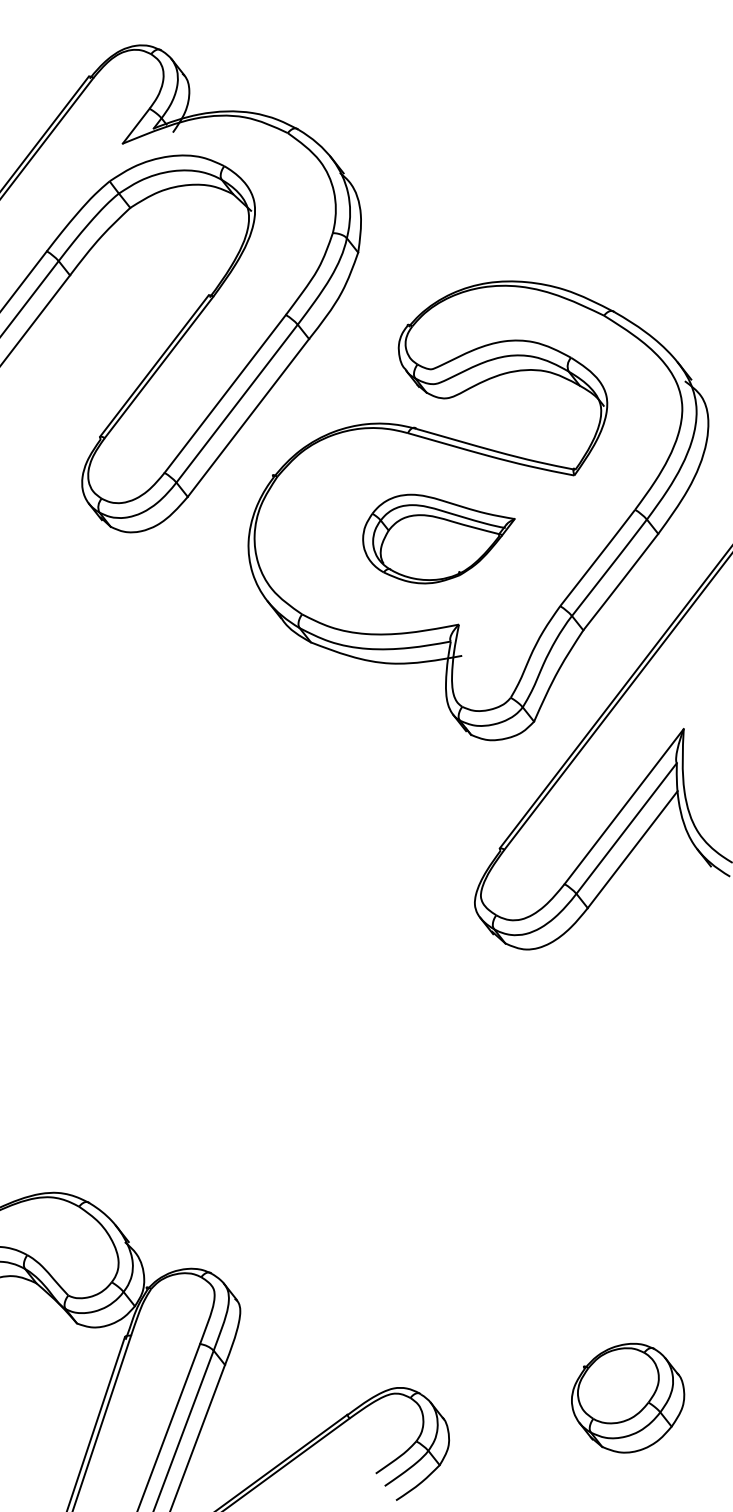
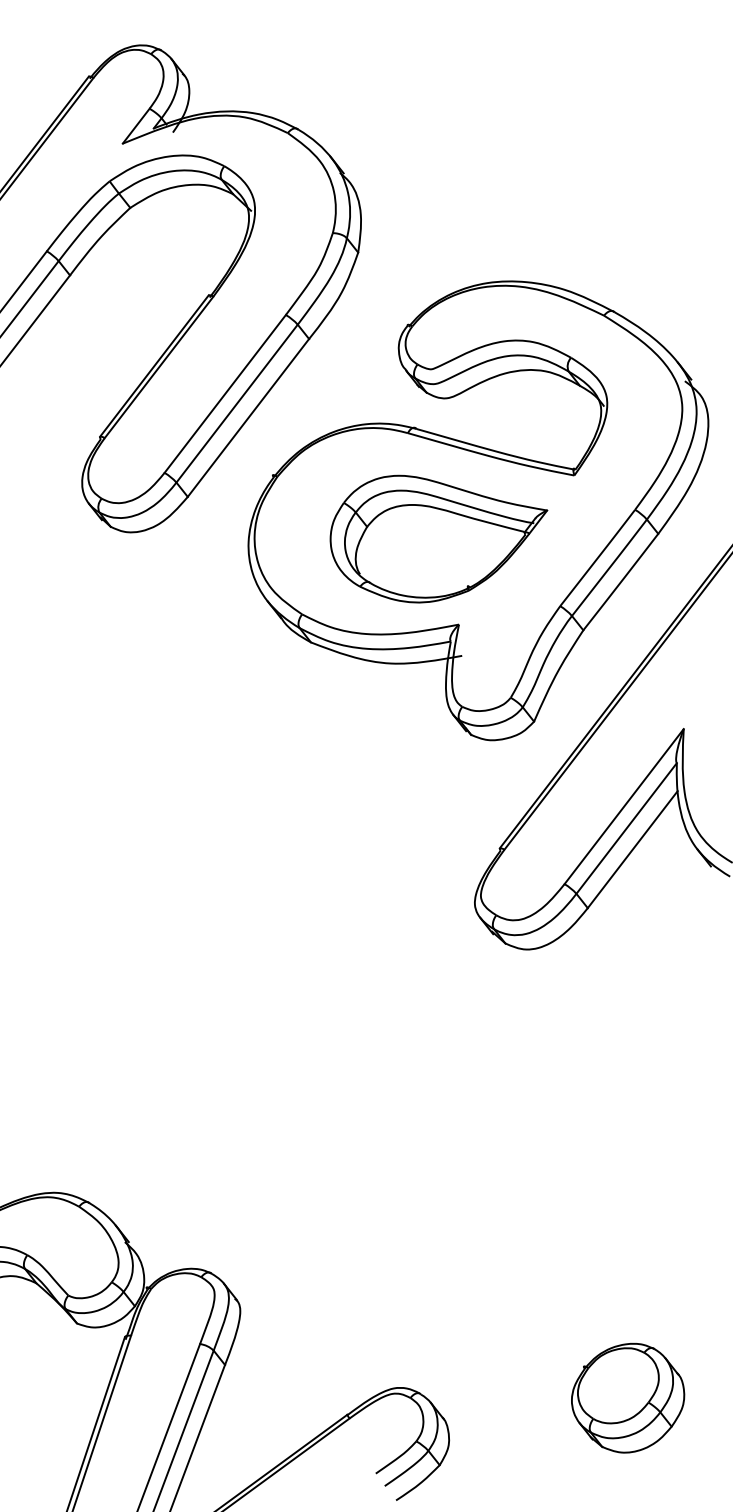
part at (438, 538) size: 154x92 px -> 220x130 px
